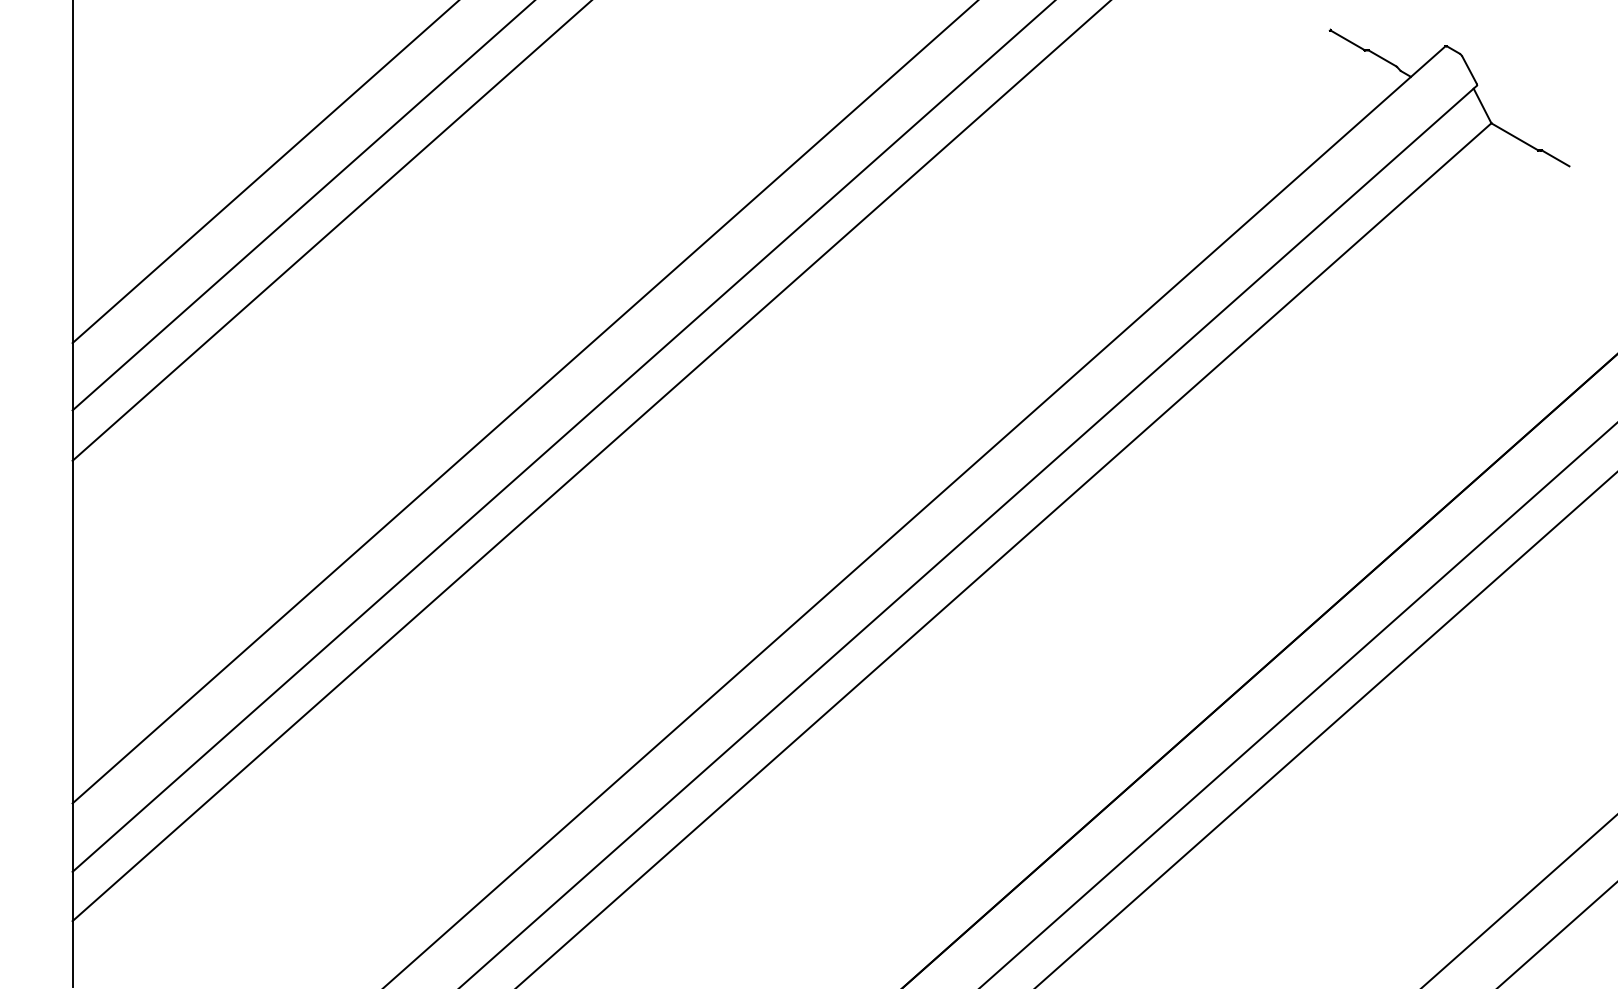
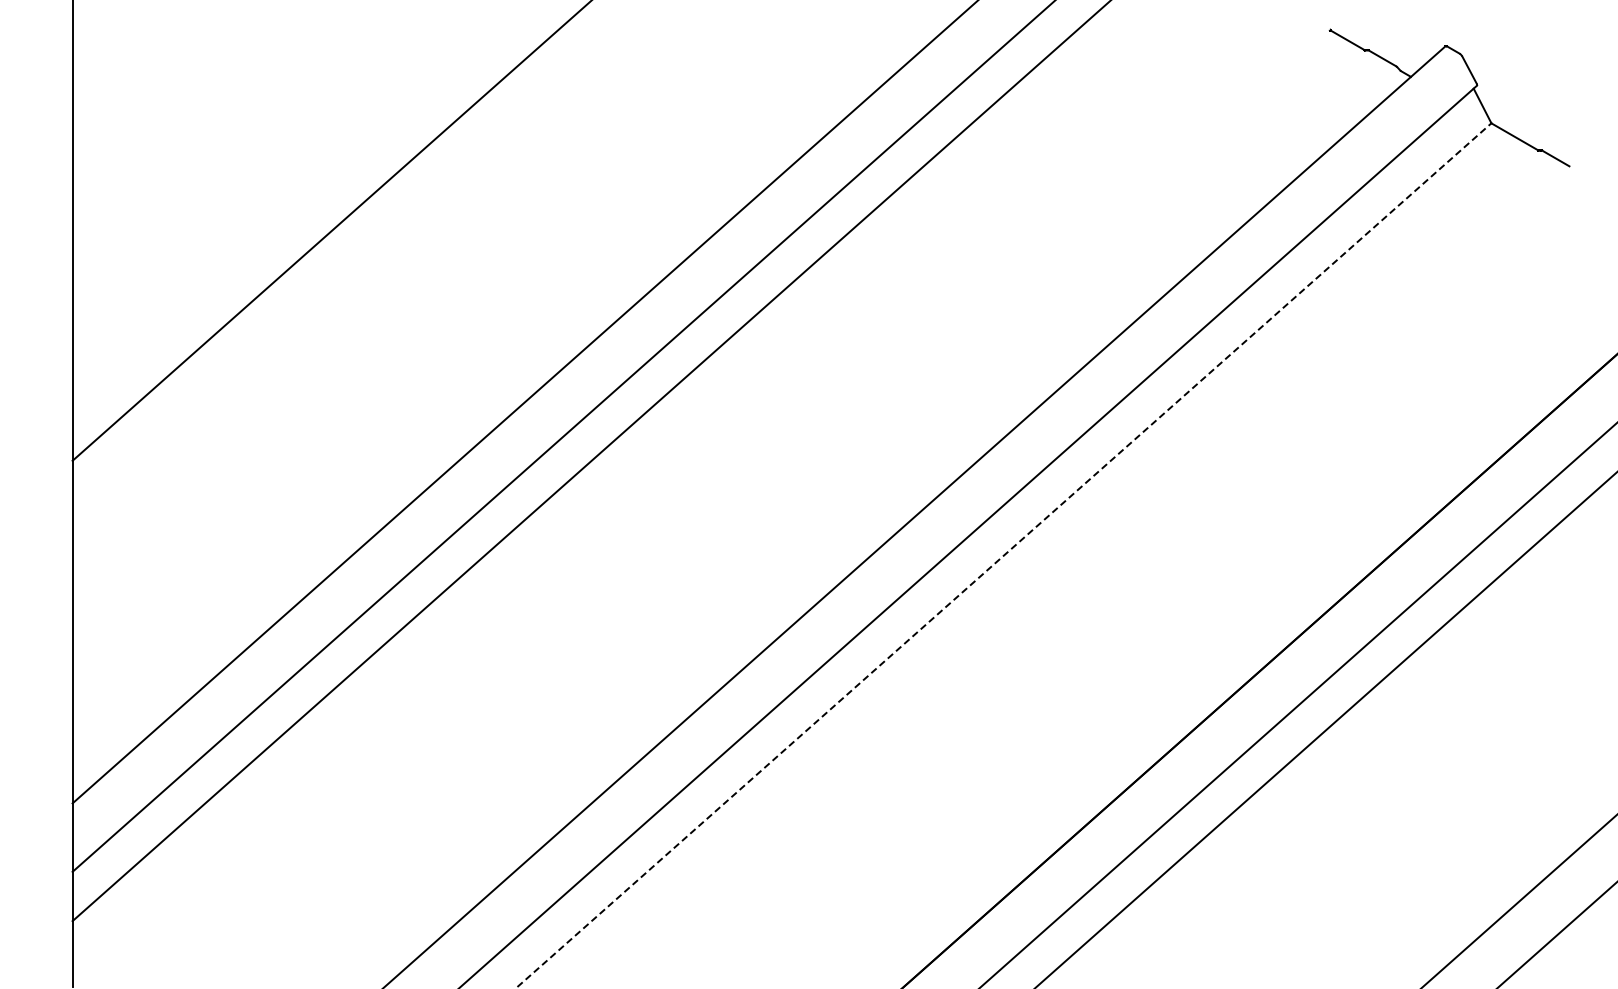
line at (264, 172): present -> none
line at (302, 206): present -> none
line at (1003, 555): solid -> dashed
